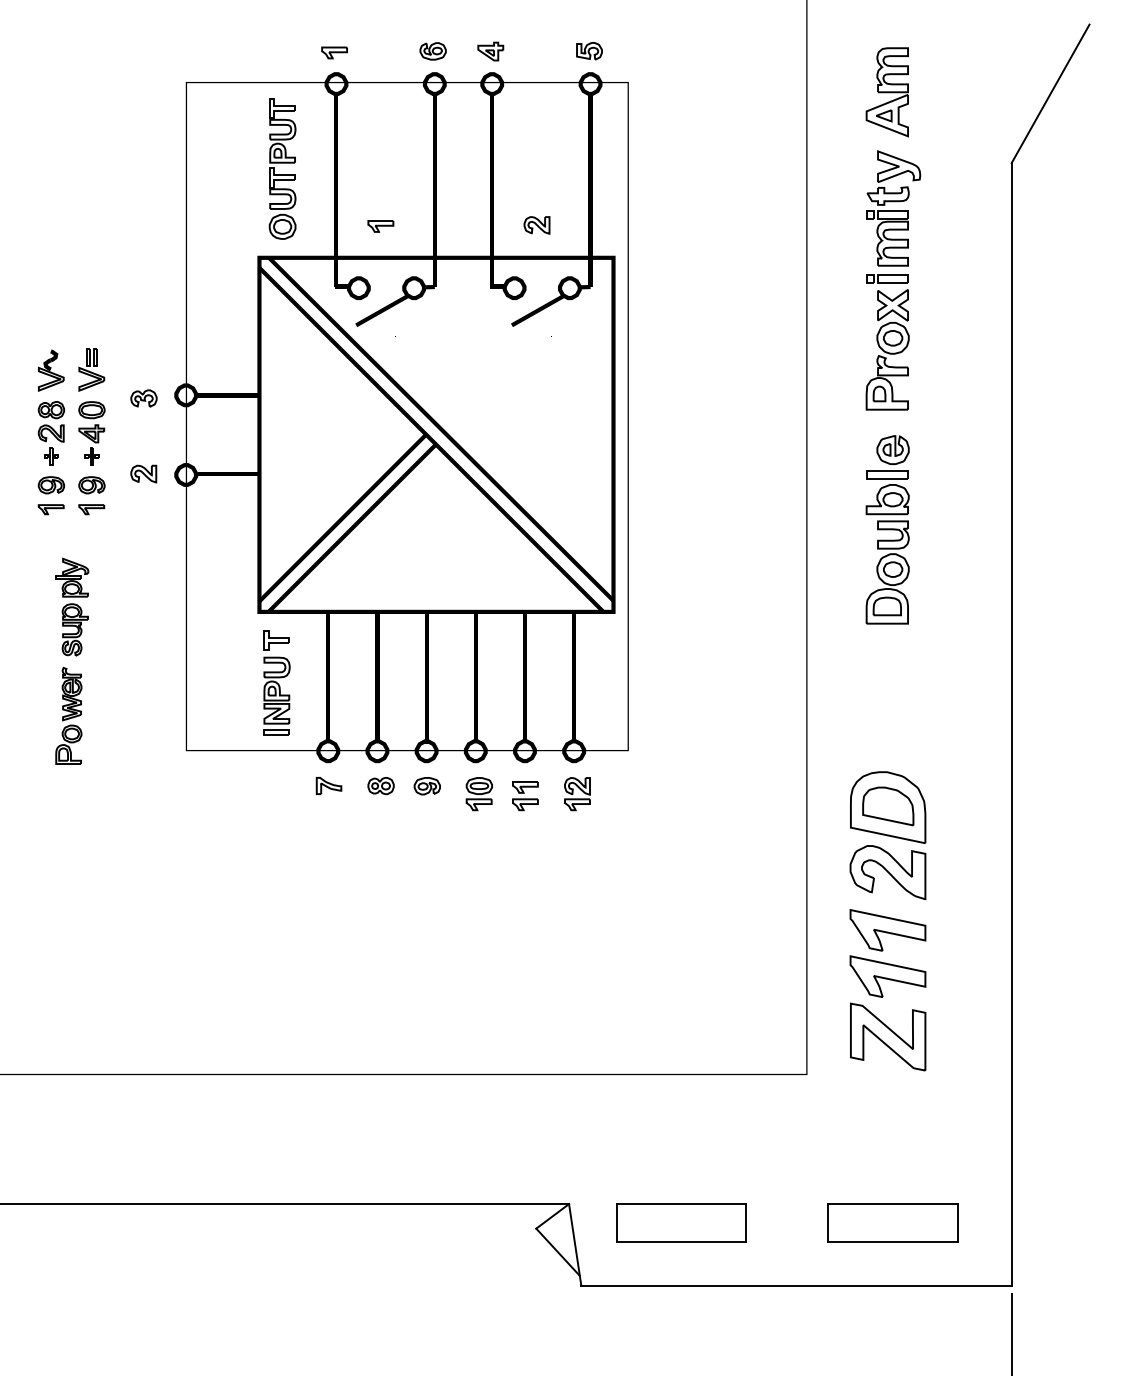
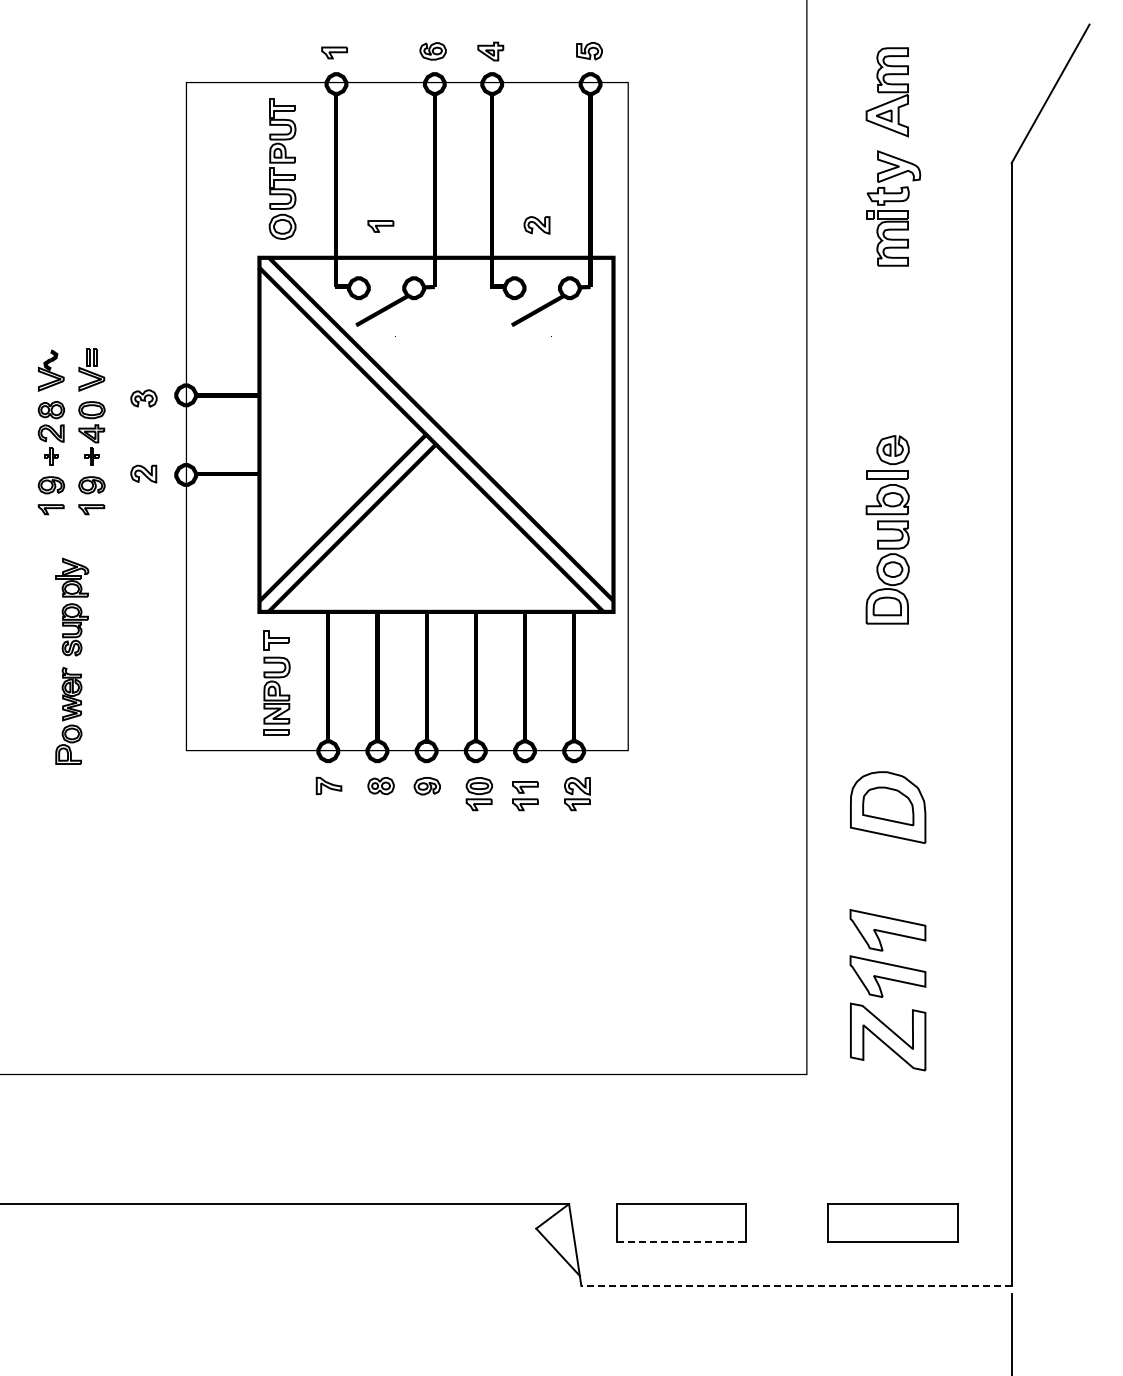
part at (887, 342): present -> none
part at (887, 872): present -> none
line at (681, 1241): solid -> dashed
line at (796, 1286): solid -> dashed
